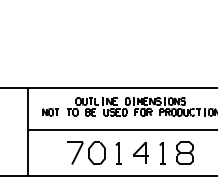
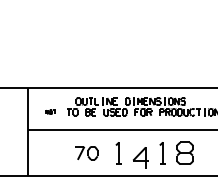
part at (50, 112) size: 17x9 px -> 11x6 px
part at (86, 152) size: 39x24 px -> 24x15 px
part at (140, 152) position: (140, 152) -> (140, 157)
